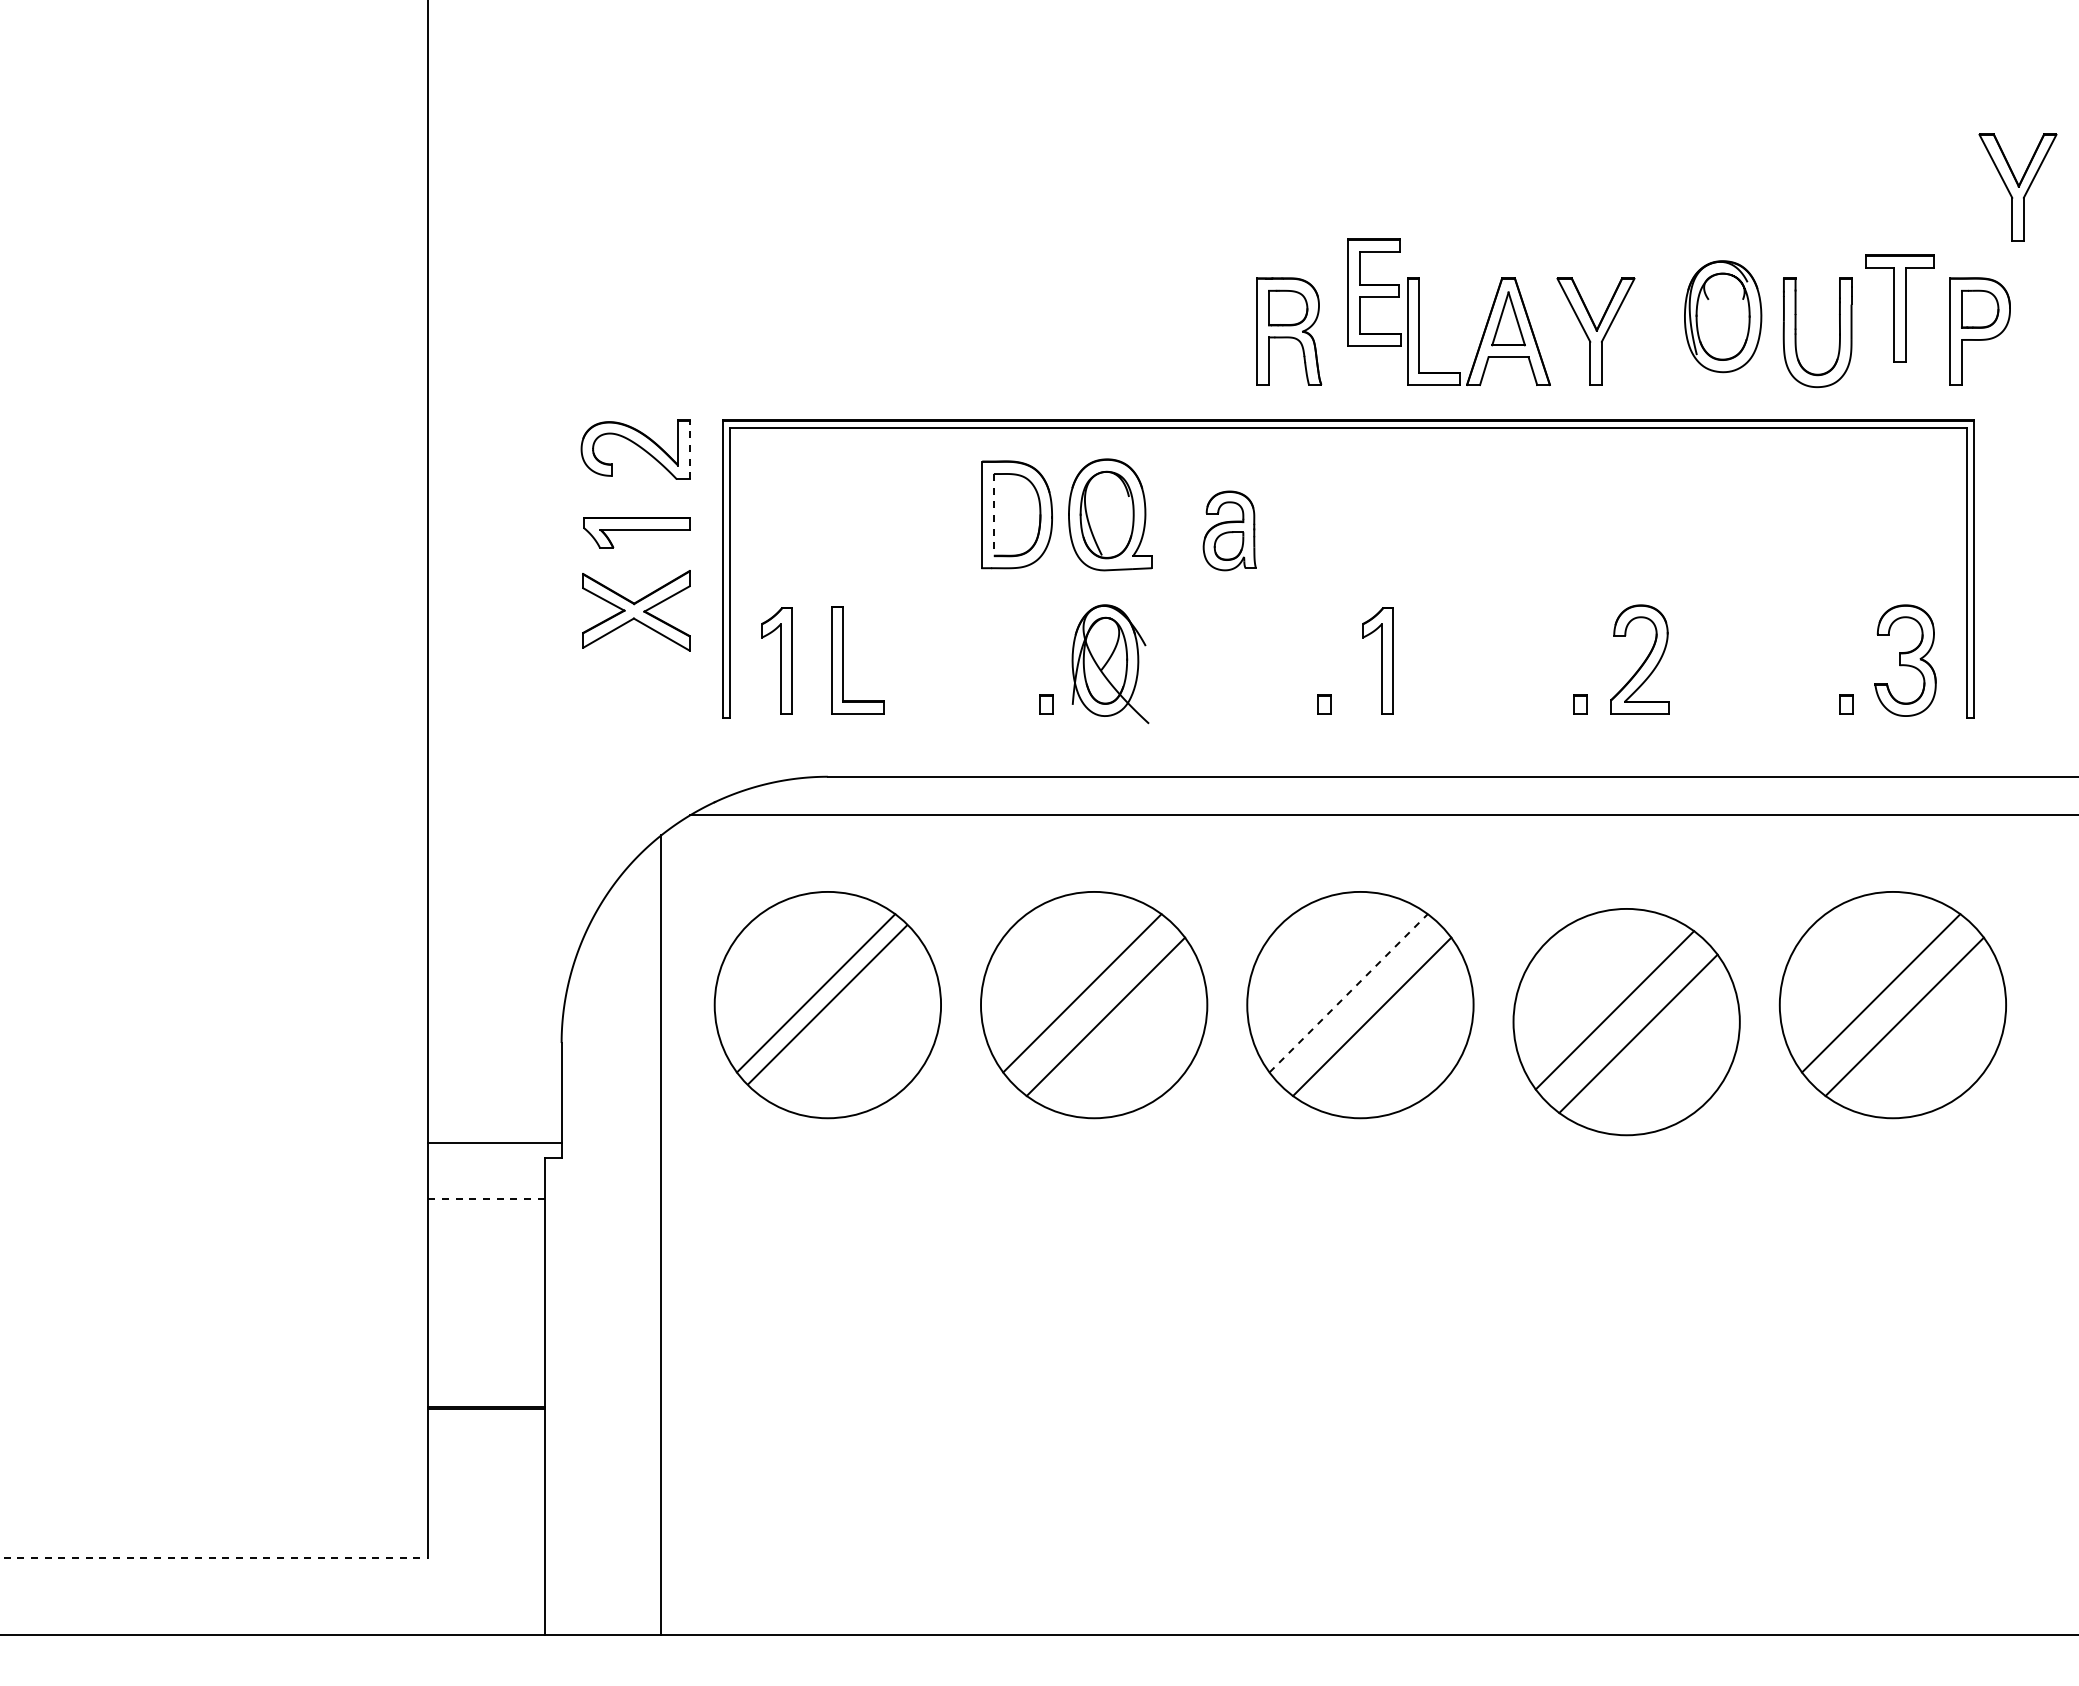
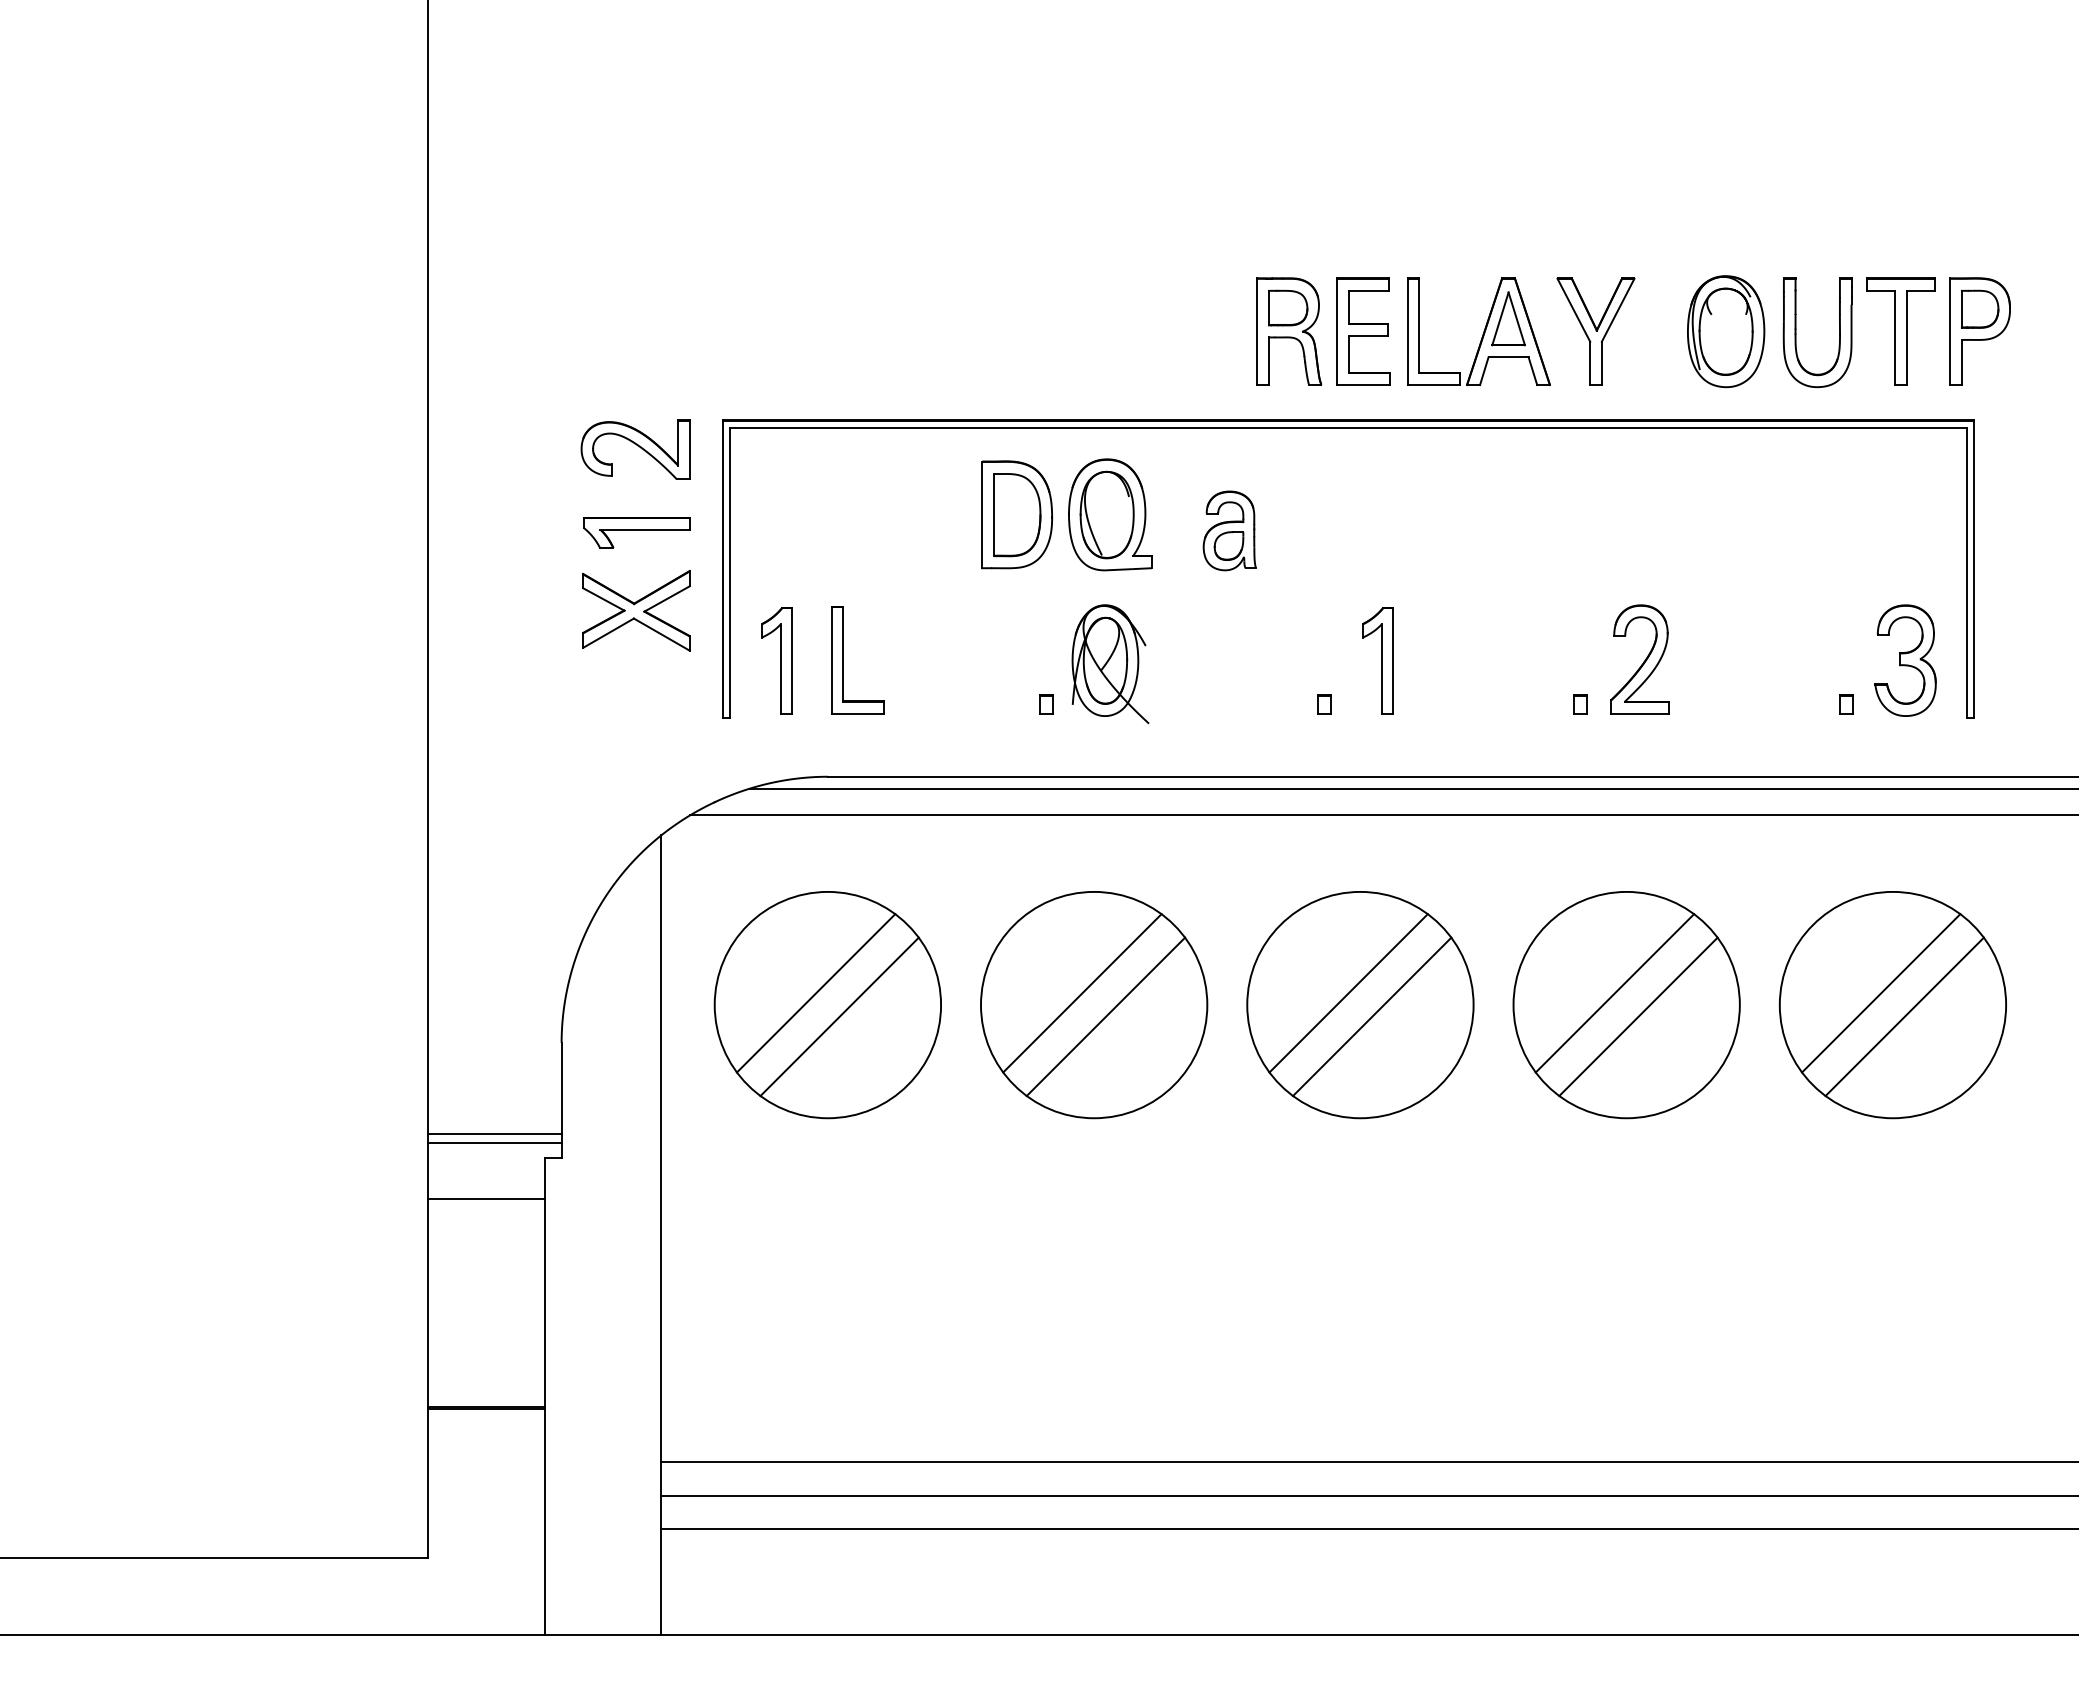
part at (2017, 187): present -> none
part at (1374, 292) position: (1374, 292) -> (1363, 331)
part at (1899, 308) position: (1899, 308) -> (1900, 331)
part at (1723, 316) position: (1723, 316) -> (1726, 331)
line at (689, 449): dashed -> solid
line at (993, 515): dashed -> solid
line at (1412, 788): none -> present
line at (1348, 993): dashed -> solid
line at (827, 1004) position: (827, 1004) -> (839, 1016)
part at (1626, 1022) position: (1626, 1022) -> (1626, 1005)
line at (494, 1133): none -> present
line at (487, 1198): dashed -> solid
line at (1368, 1462): none -> present
line at (1368, 1495): none -> present
line at (1368, 1528): none -> present
line at (214, 1558): dashed -> solid
